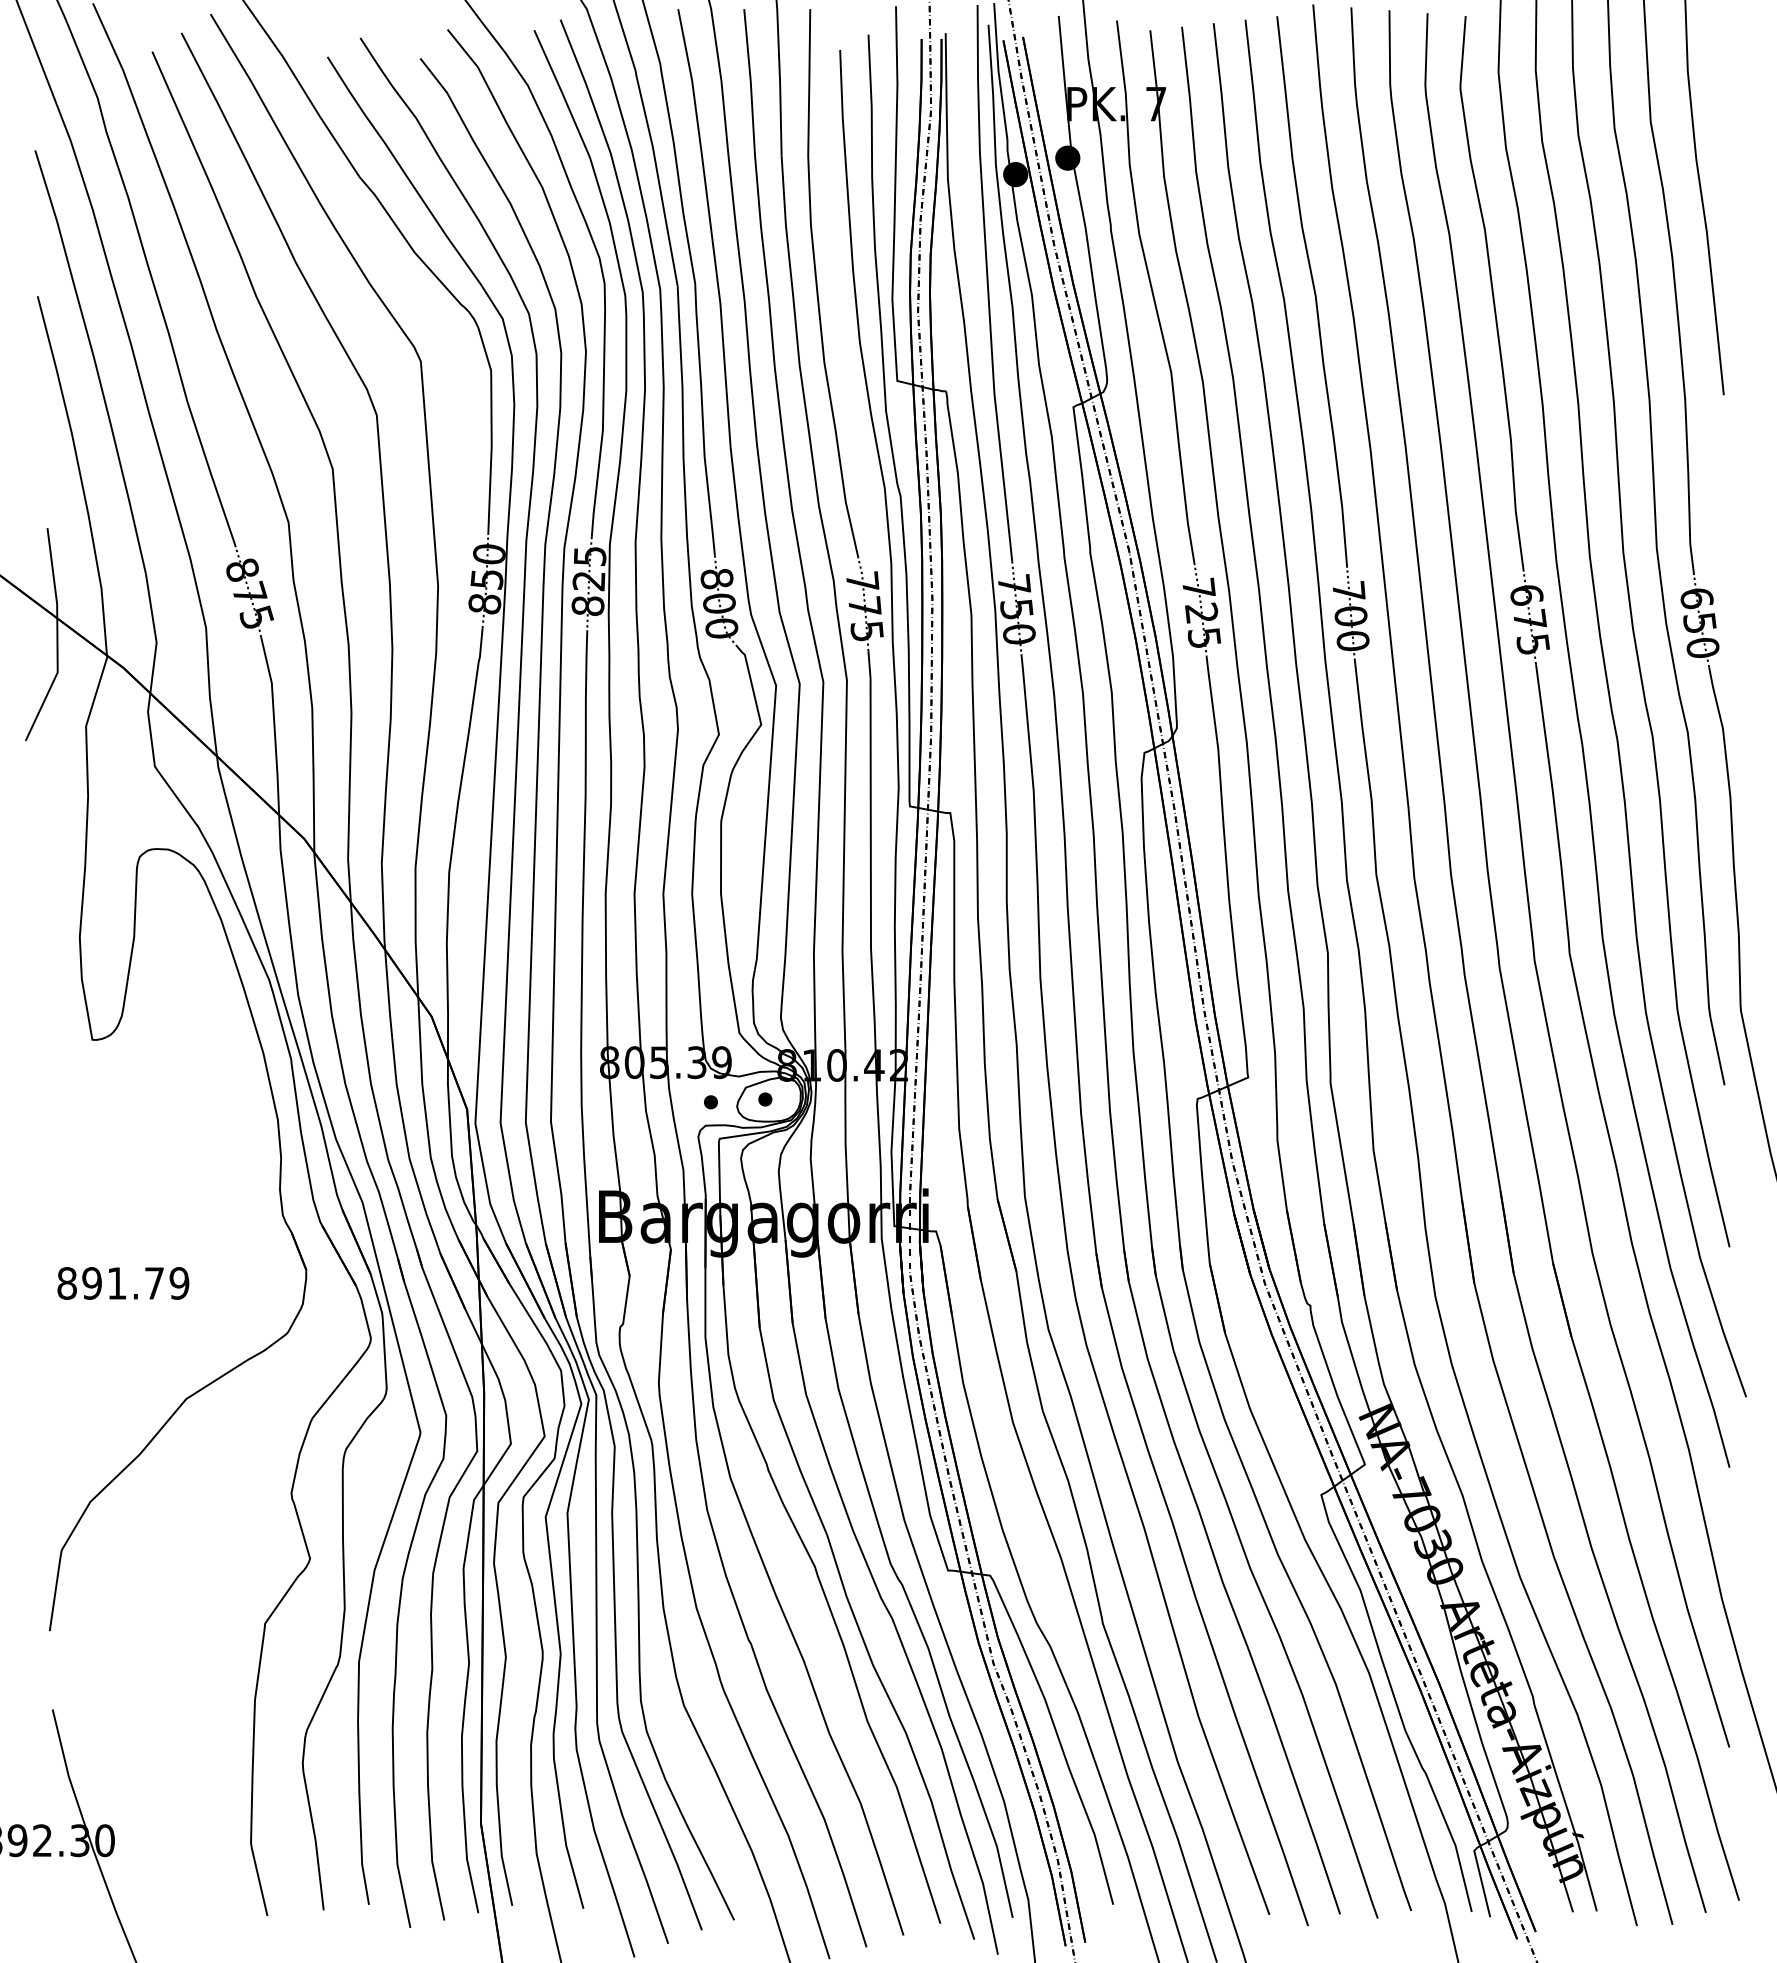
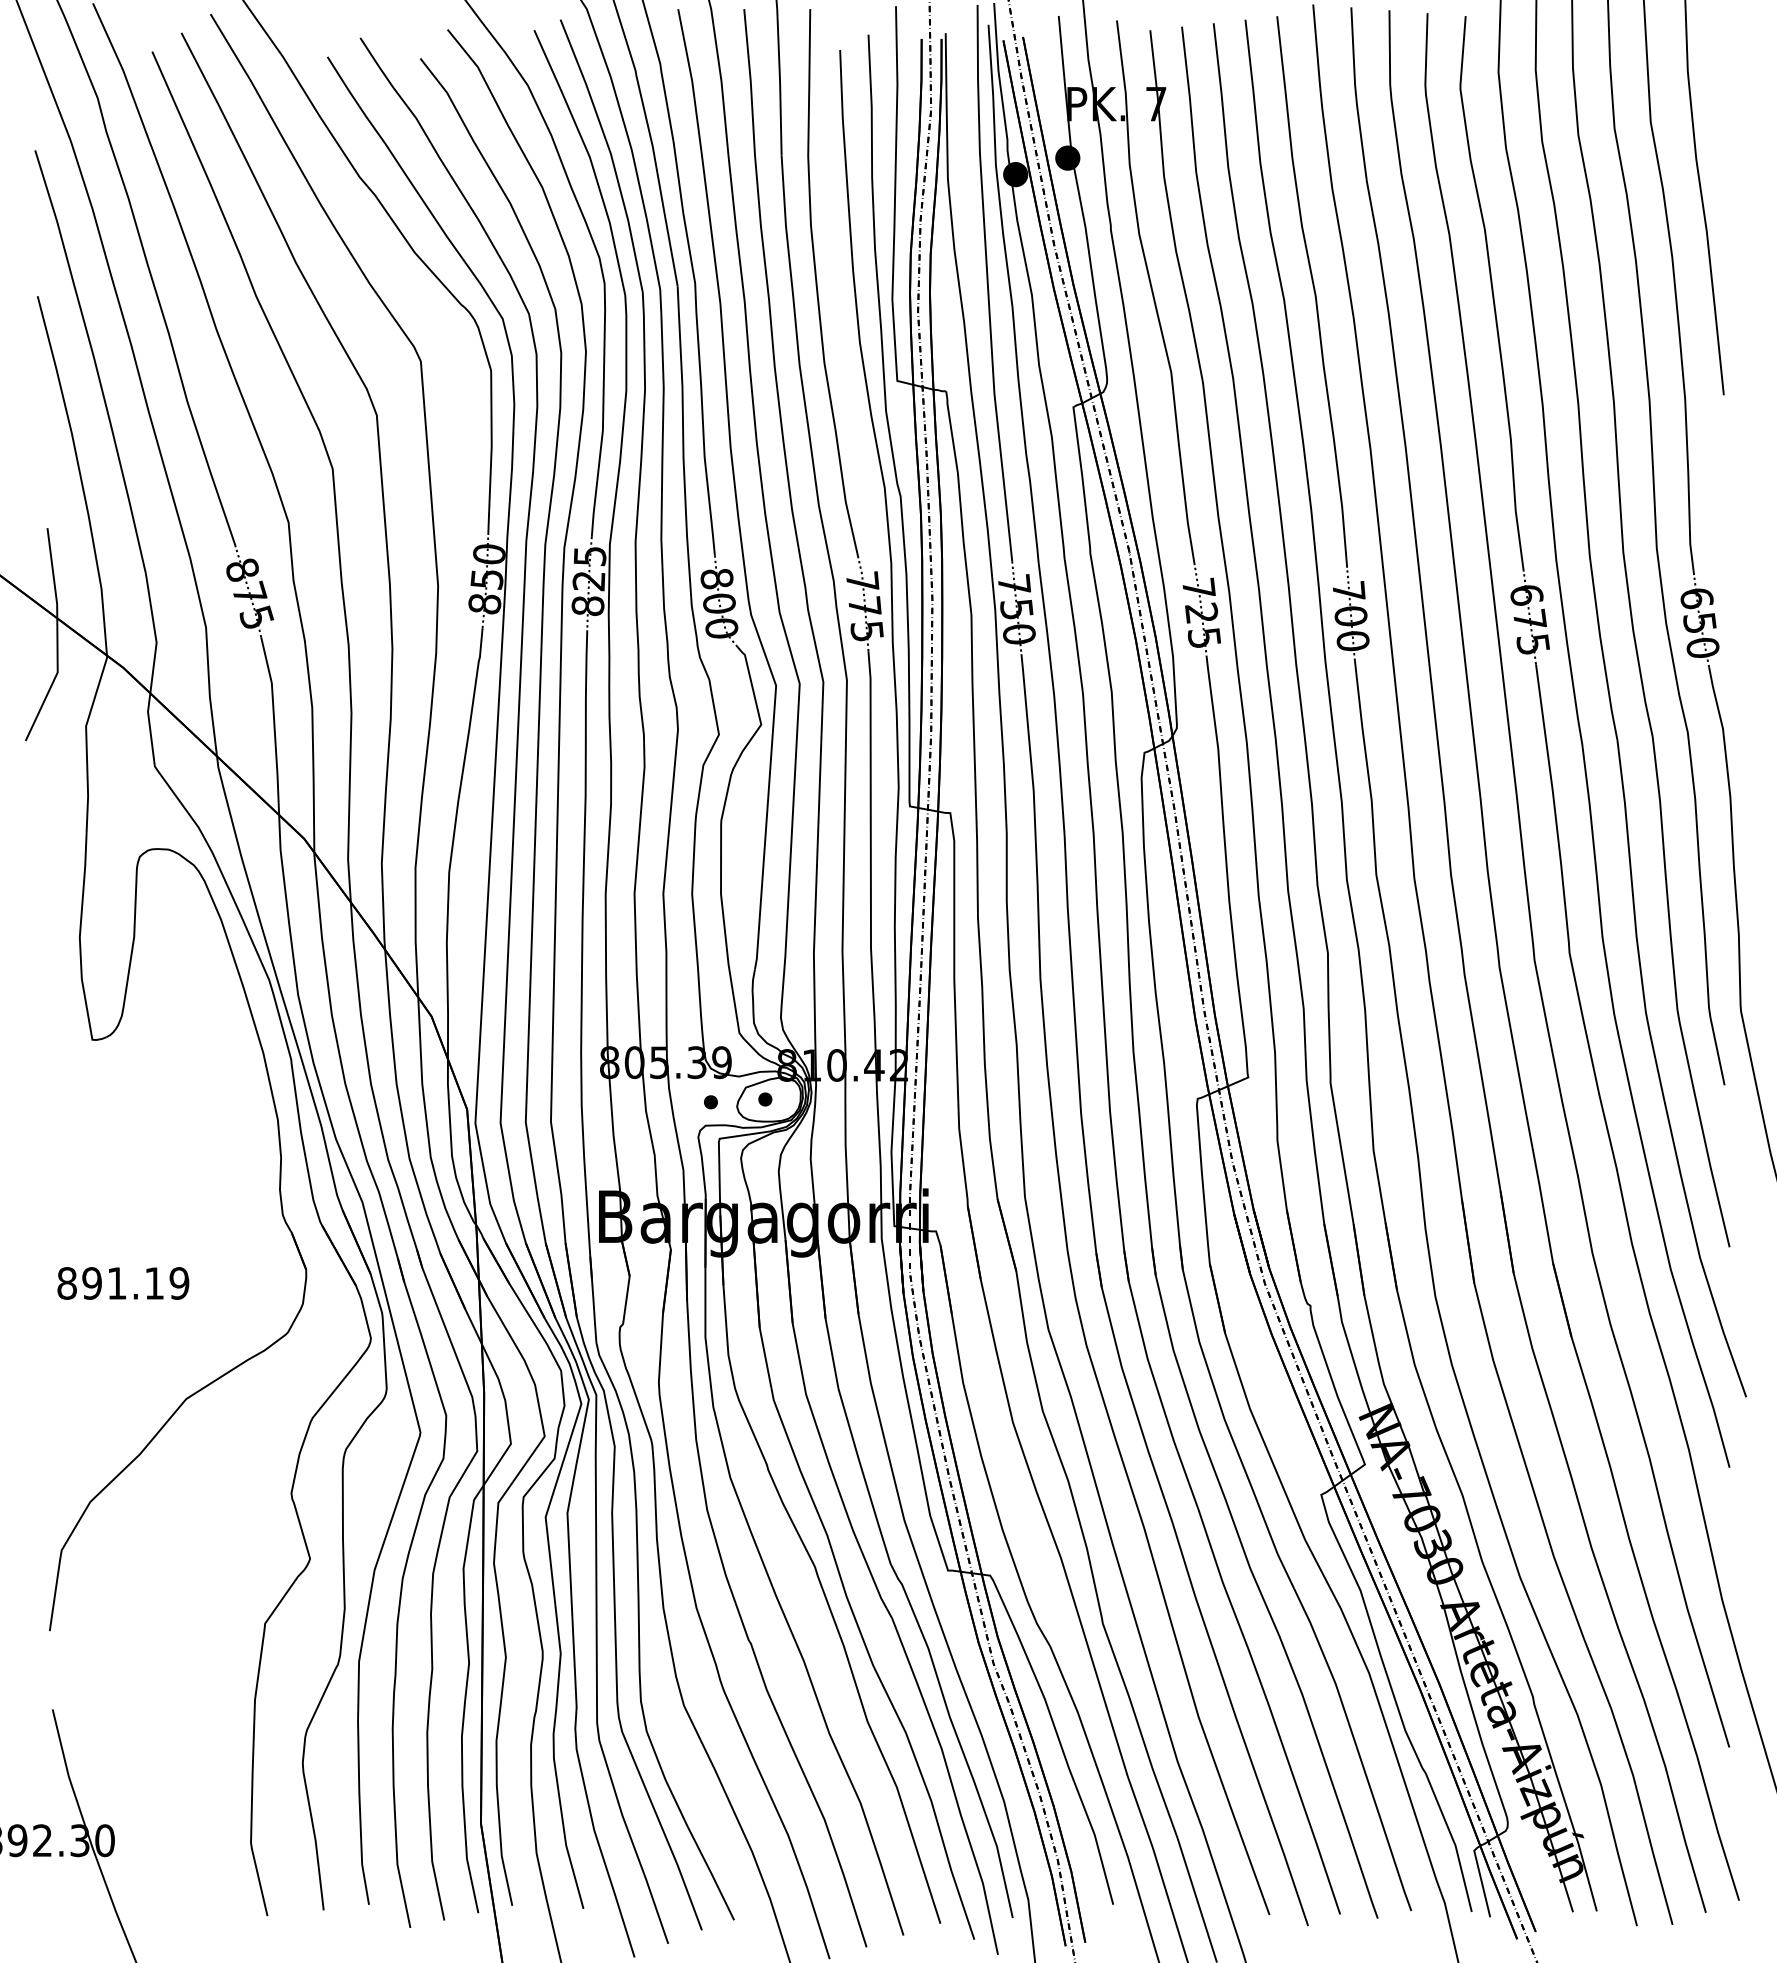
text at (154, 1283): 891.79 -> 891.19
